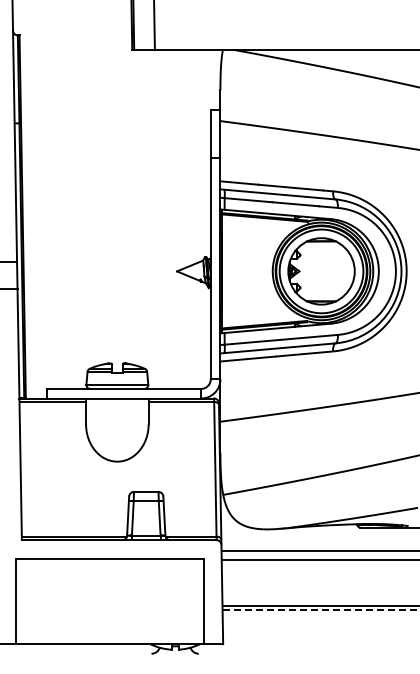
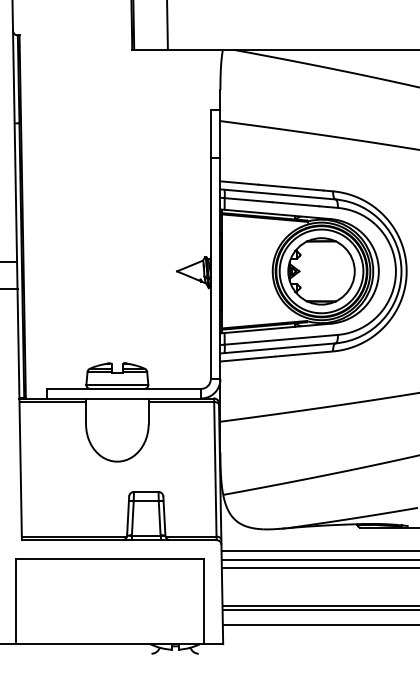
line at (154, 25) position: (154, 25) -> (167, 25)
line at (318, 568): none -> present
line at (321, 610): dashed -> solid
line at (319, 624): none -> present
